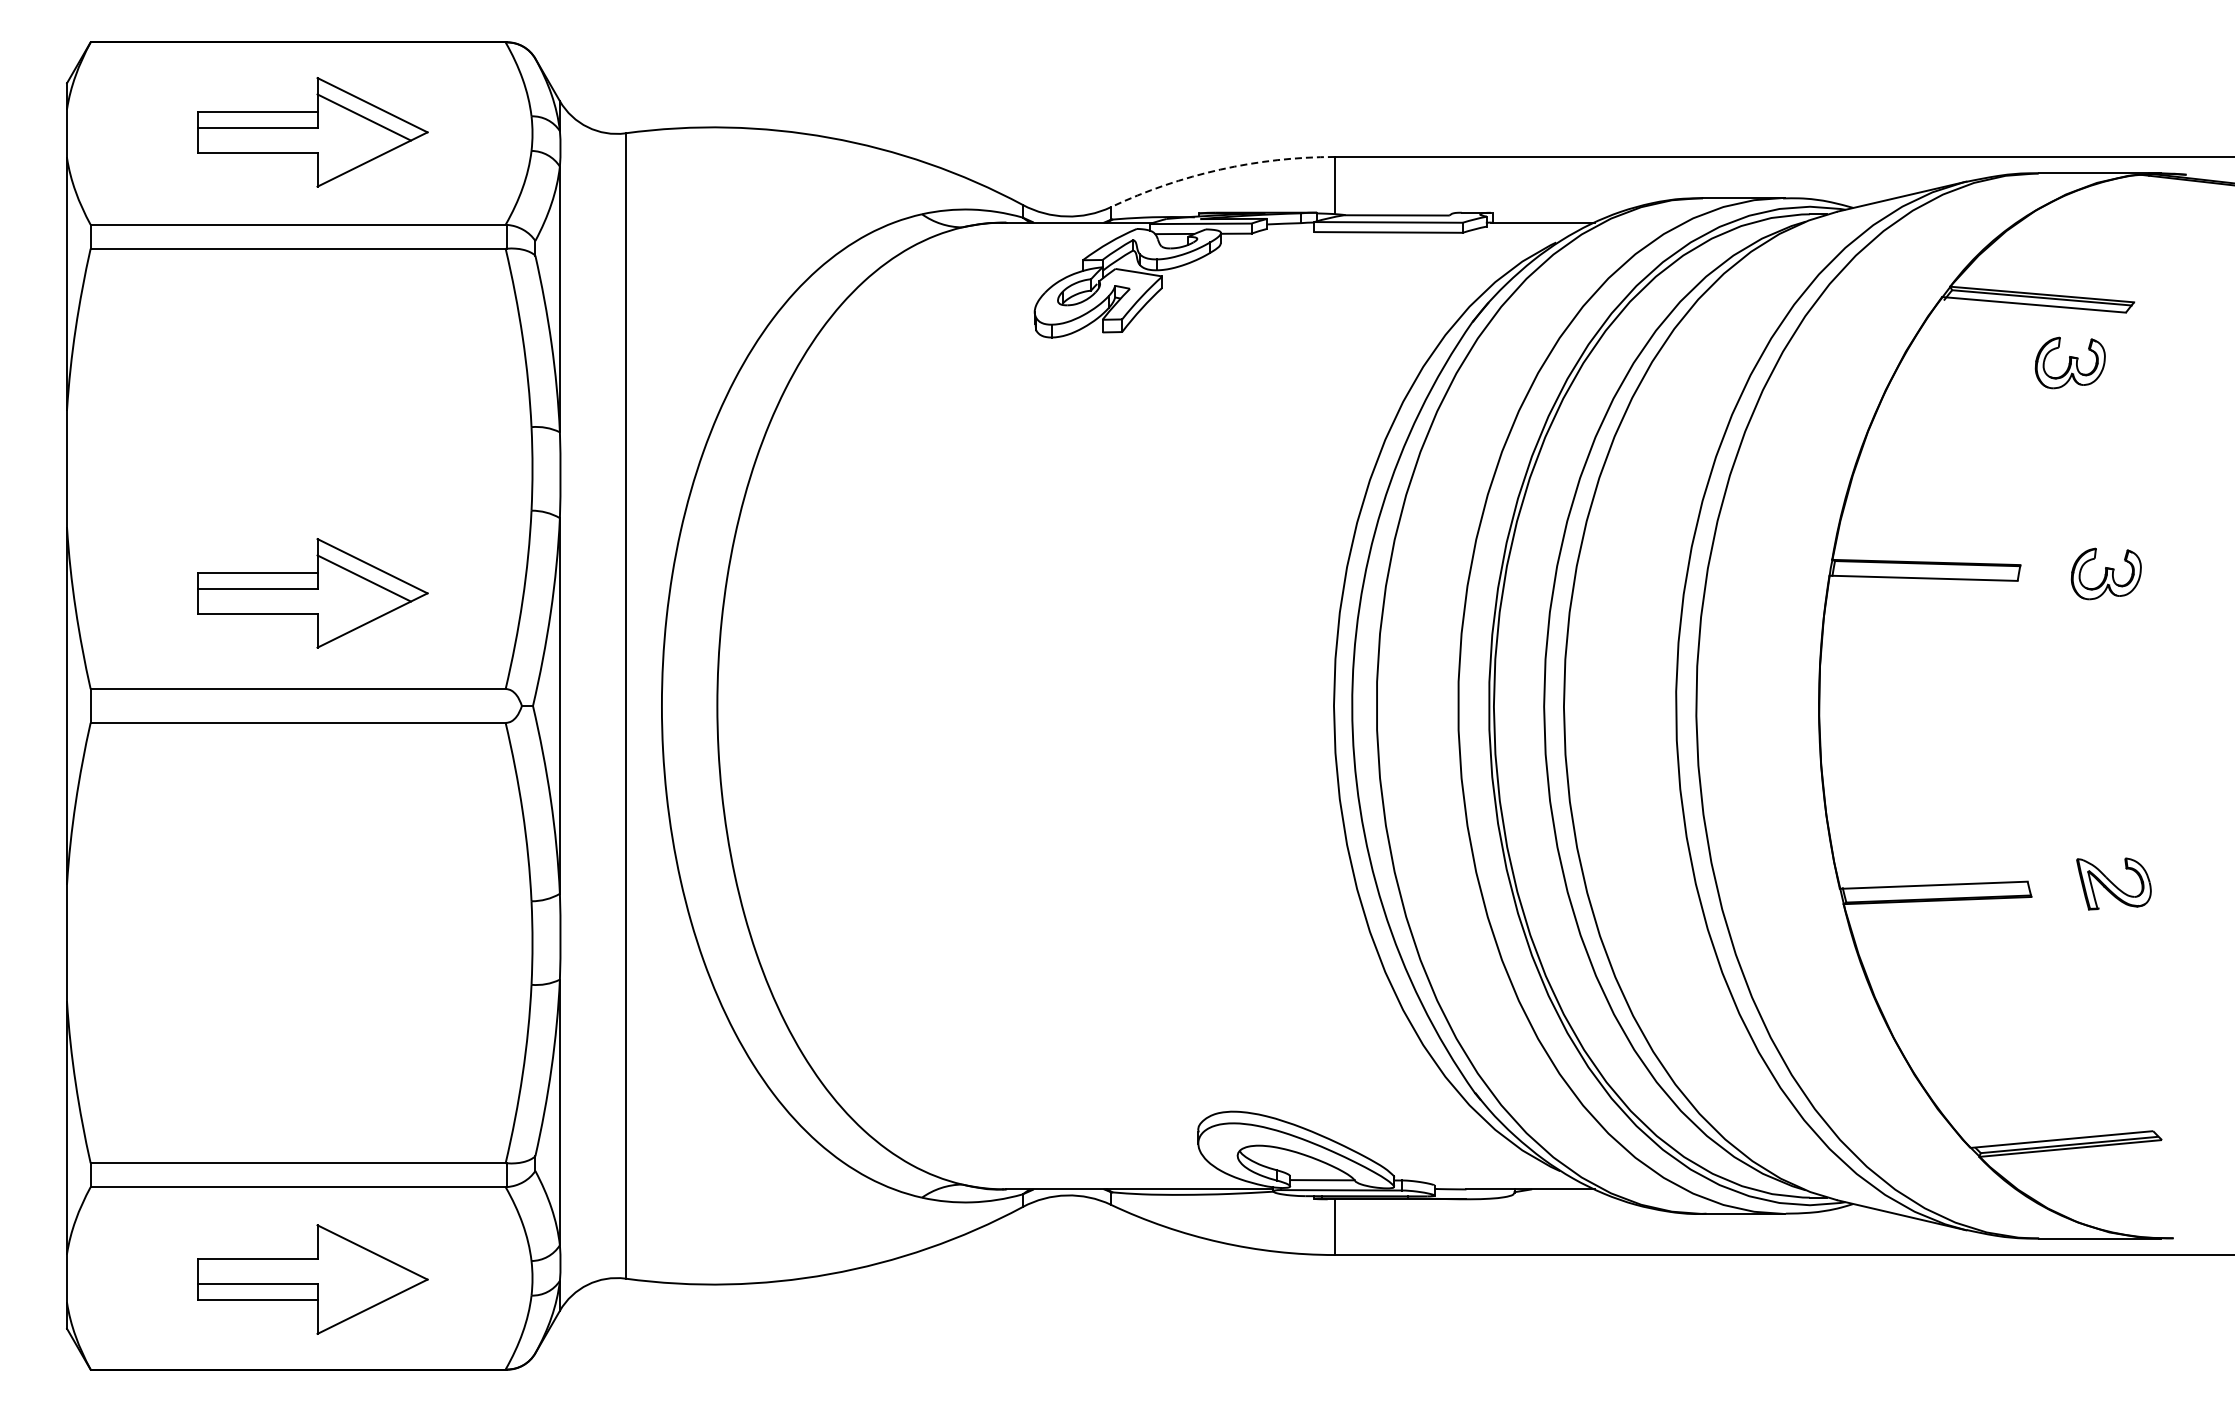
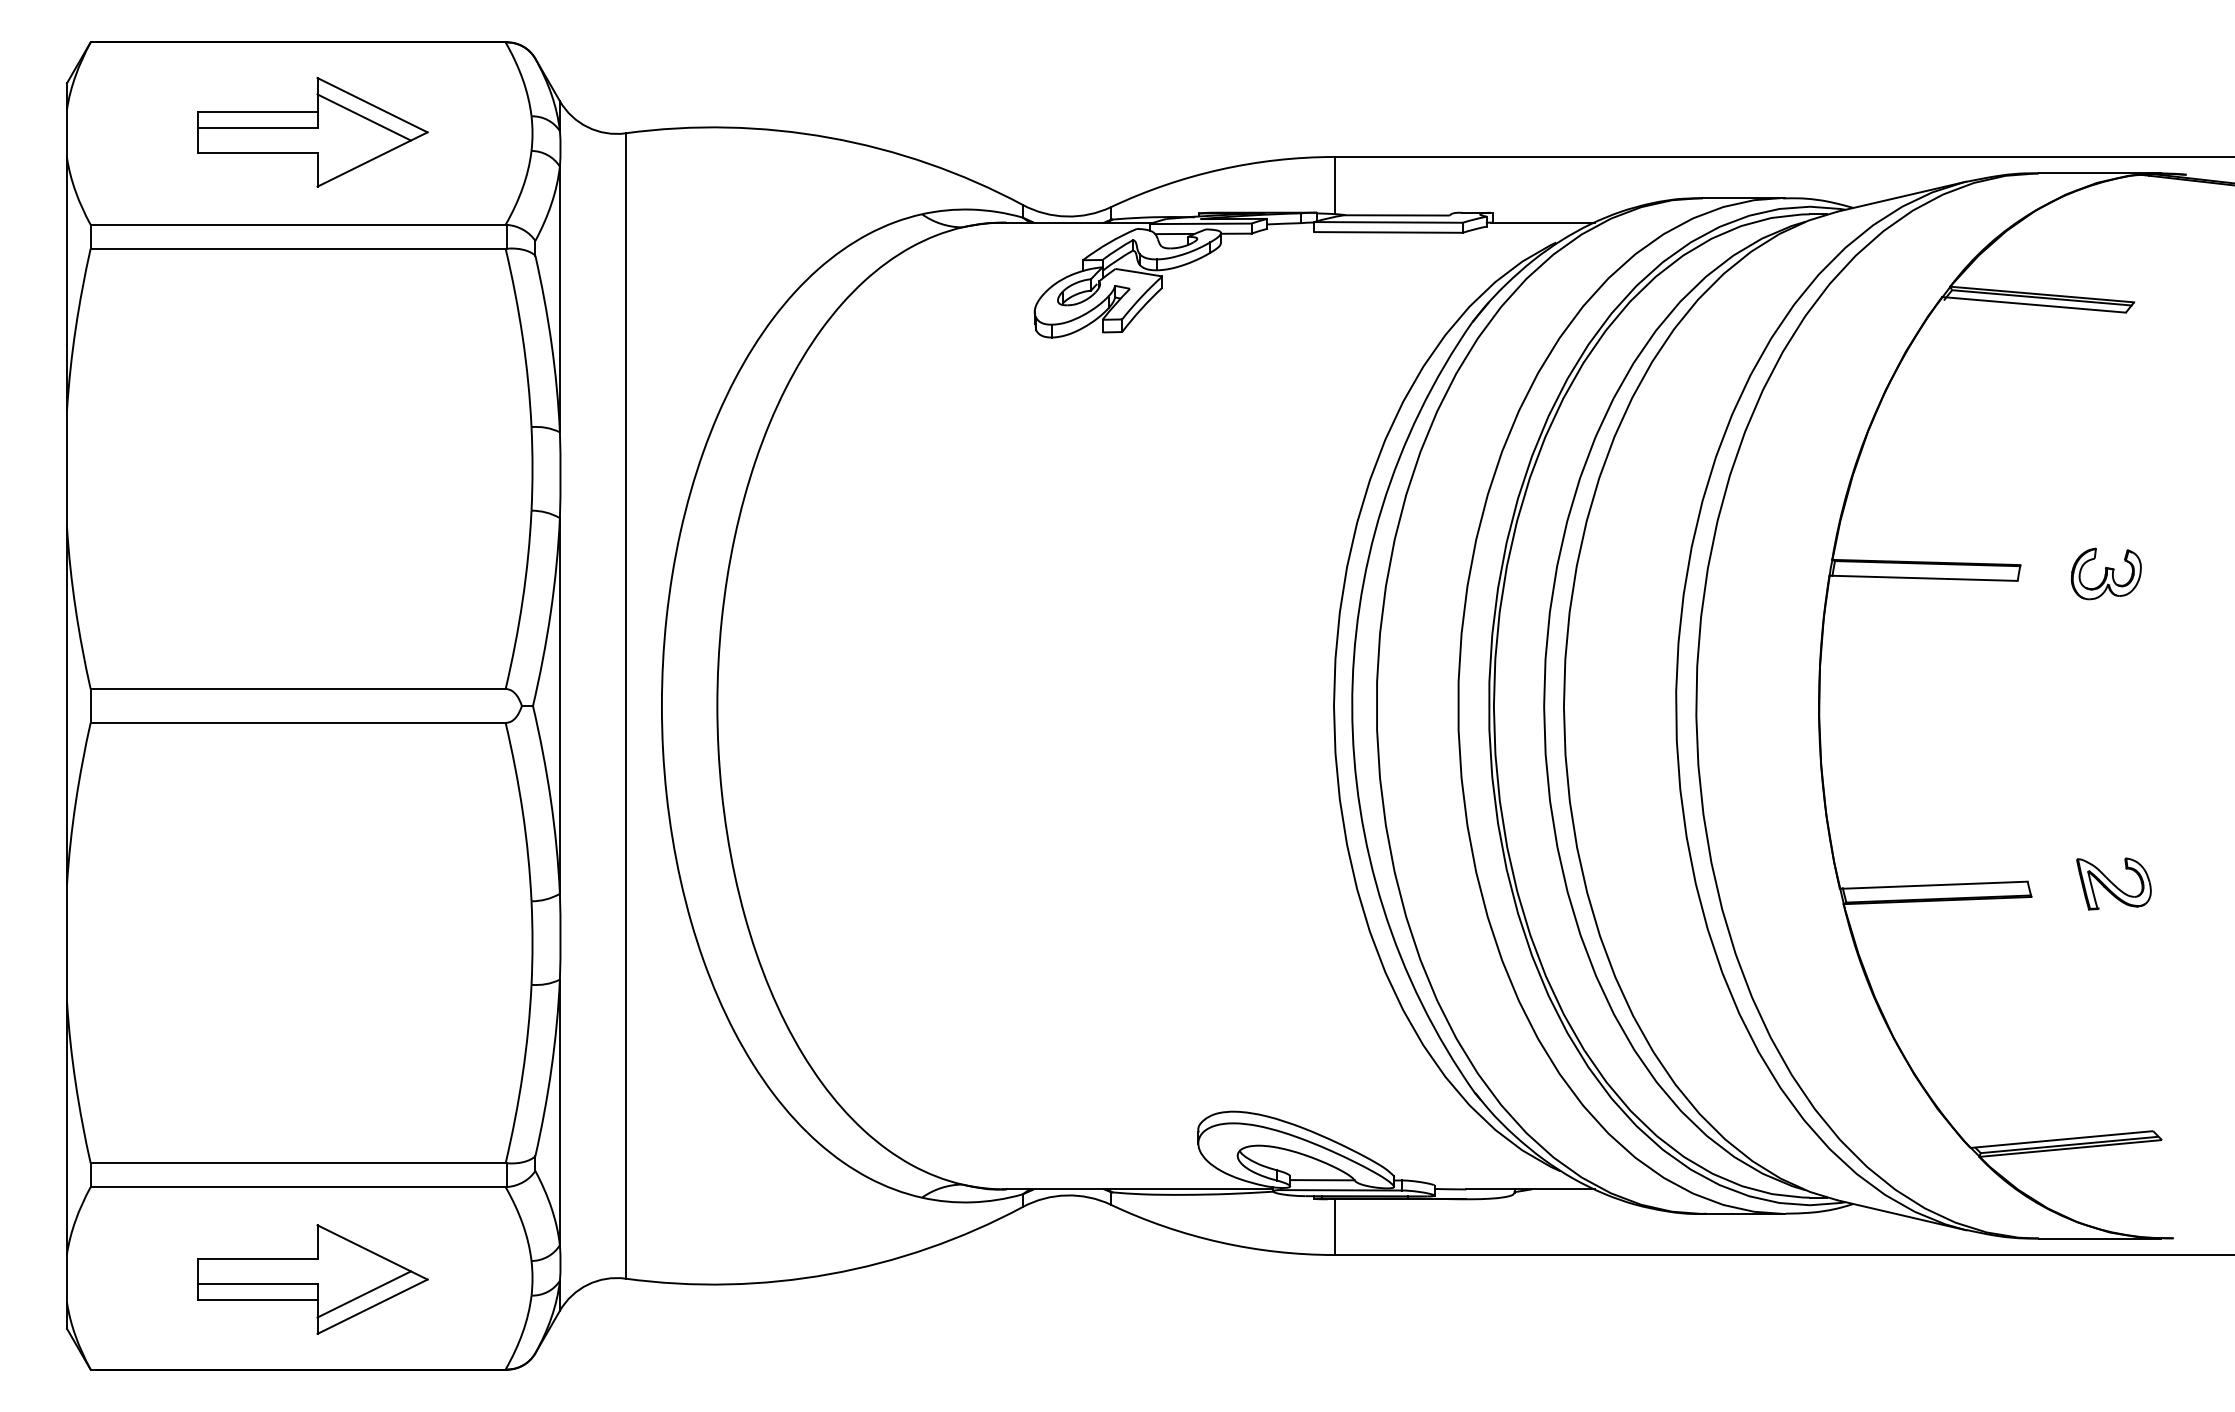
arc at (1220, 169): dashed -> solid
part at (2069, 362): present -> none
part at (312, 593): present -> none
line at (363, 1294): none -> present
